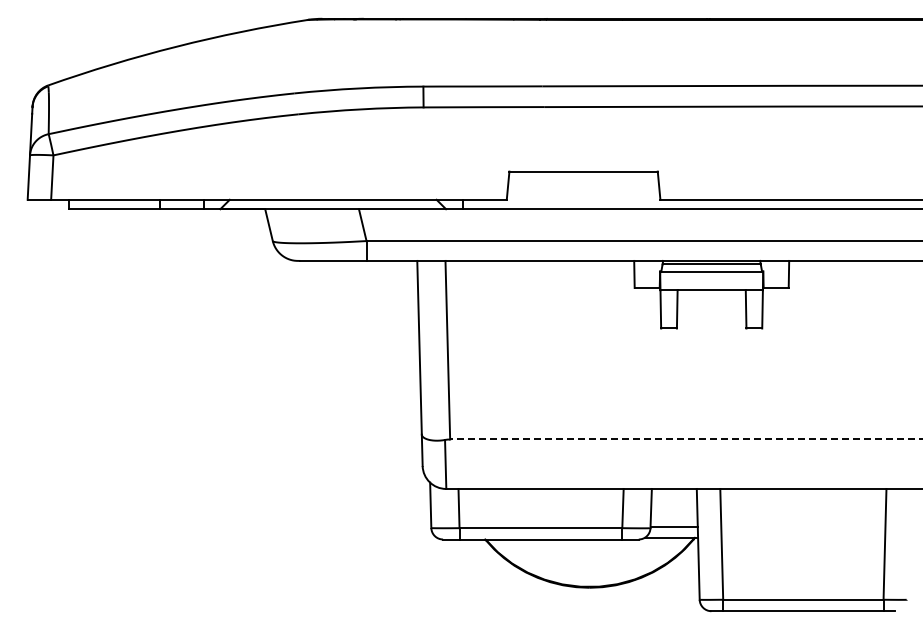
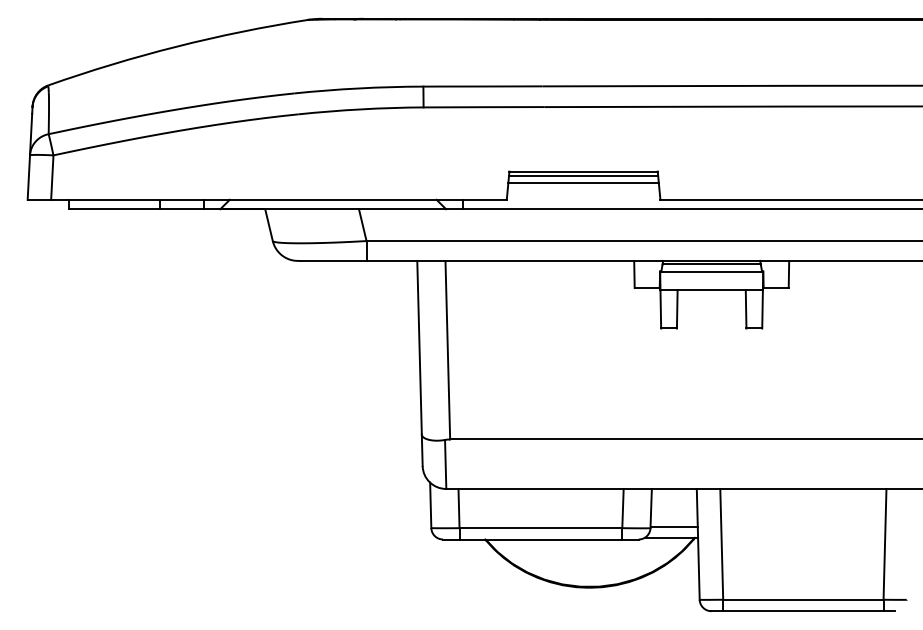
line at (583, 176): none -> present
line at (583, 183): none -> present
line at (685, 439): dashed -> solid
